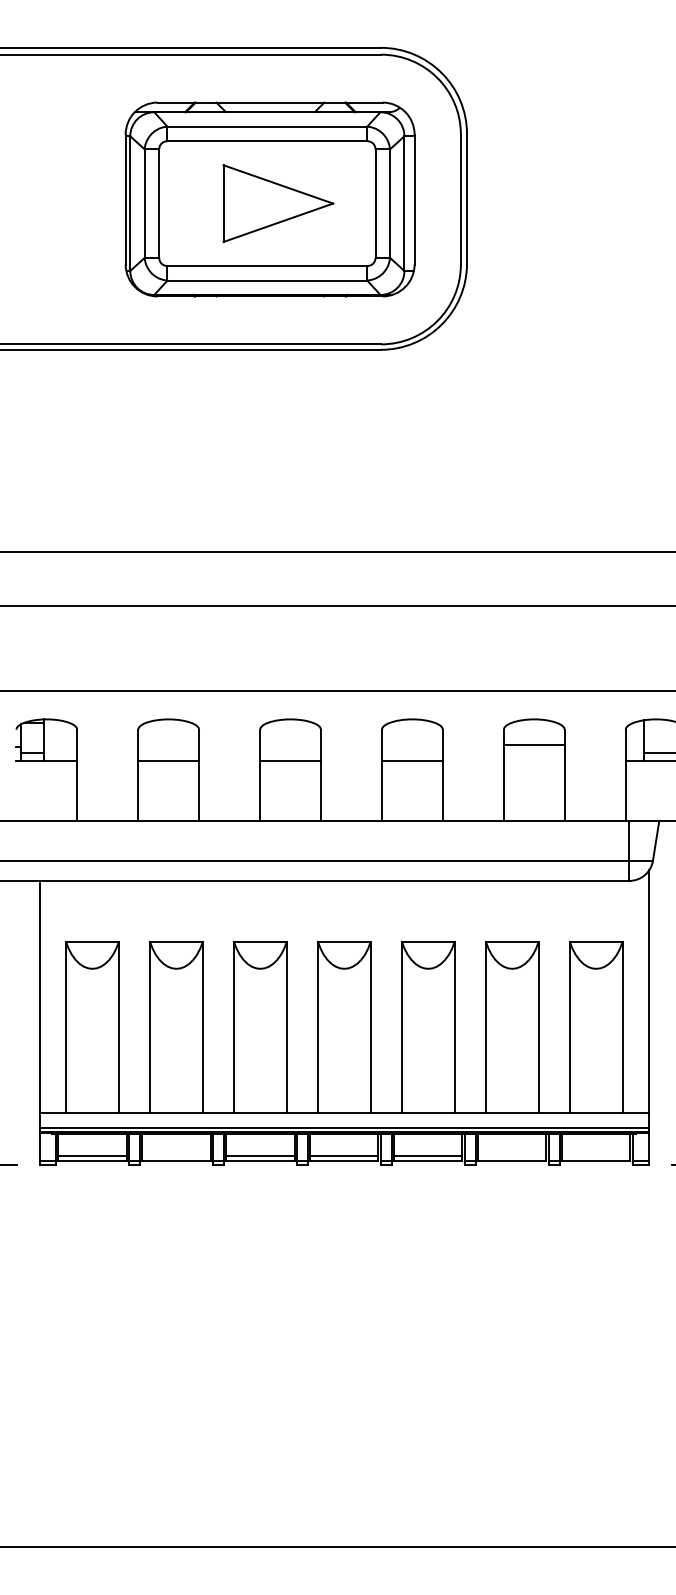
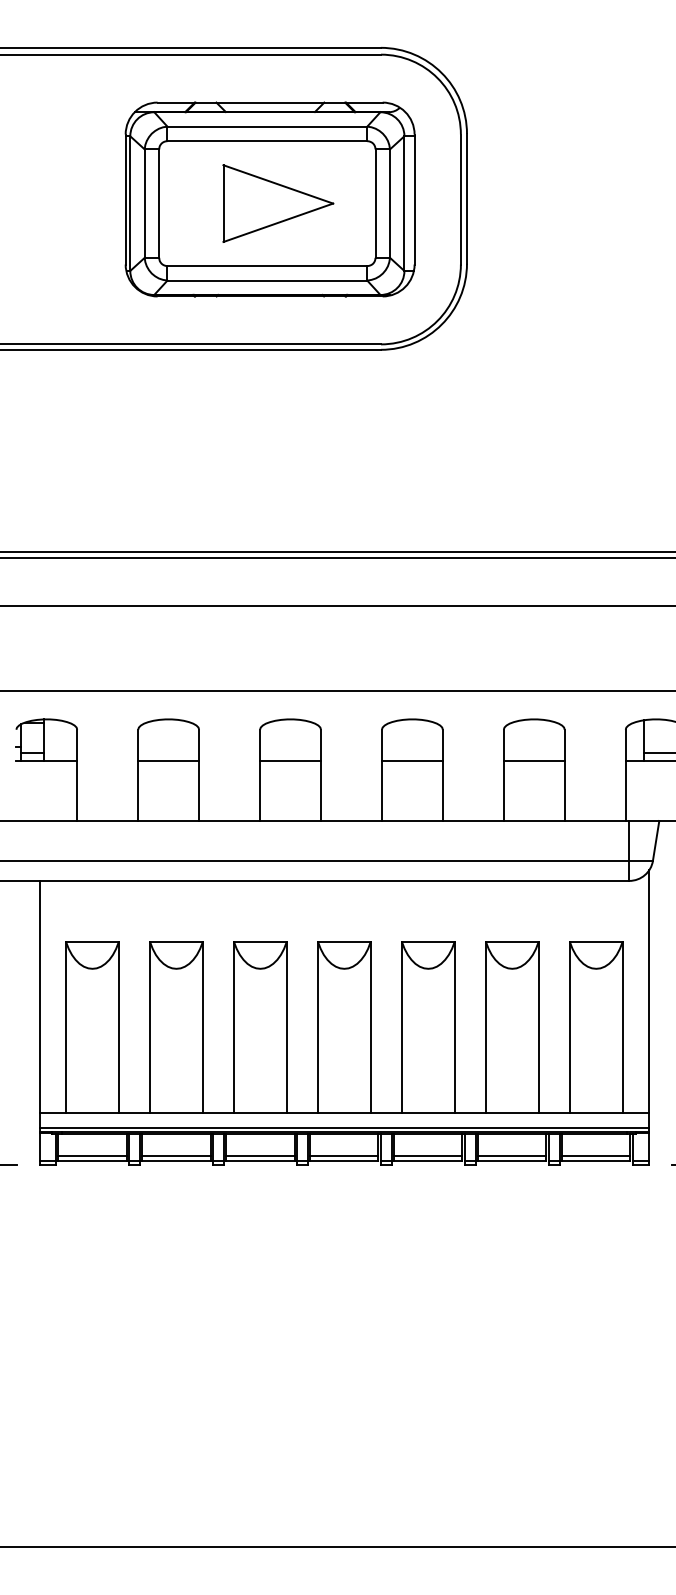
line at (337, 558): none -> present
line at (533, 745) position: (533, 745) -> (533, 761)
line at (176, 1155): none -> present
line at (512, 1155): none -> present
line at (596, 1155): none -> present
